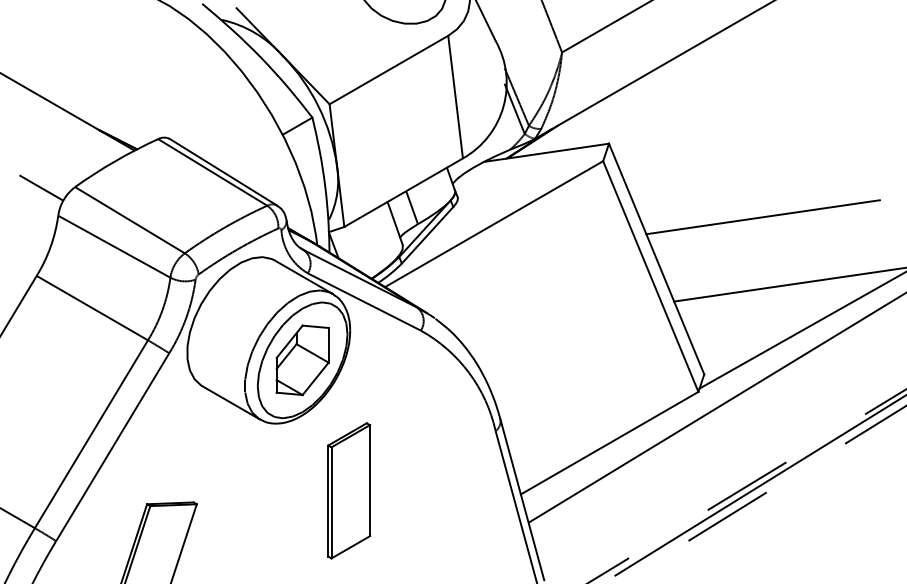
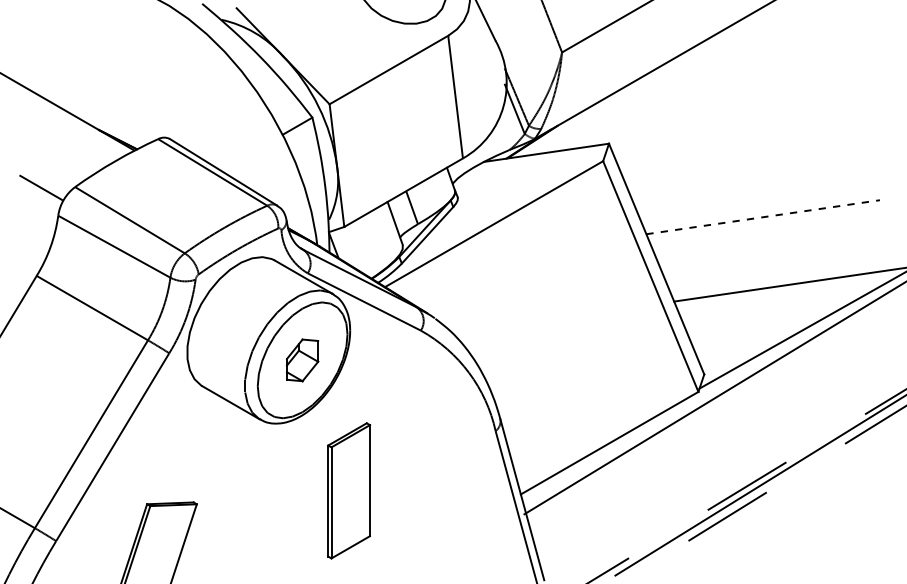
line at (763, 217): solid -> dashed
part at (302, 360) size: 55x73 px -> 35x45 px
line at (715, 408) position: (715, 408) -> (713, 398)
